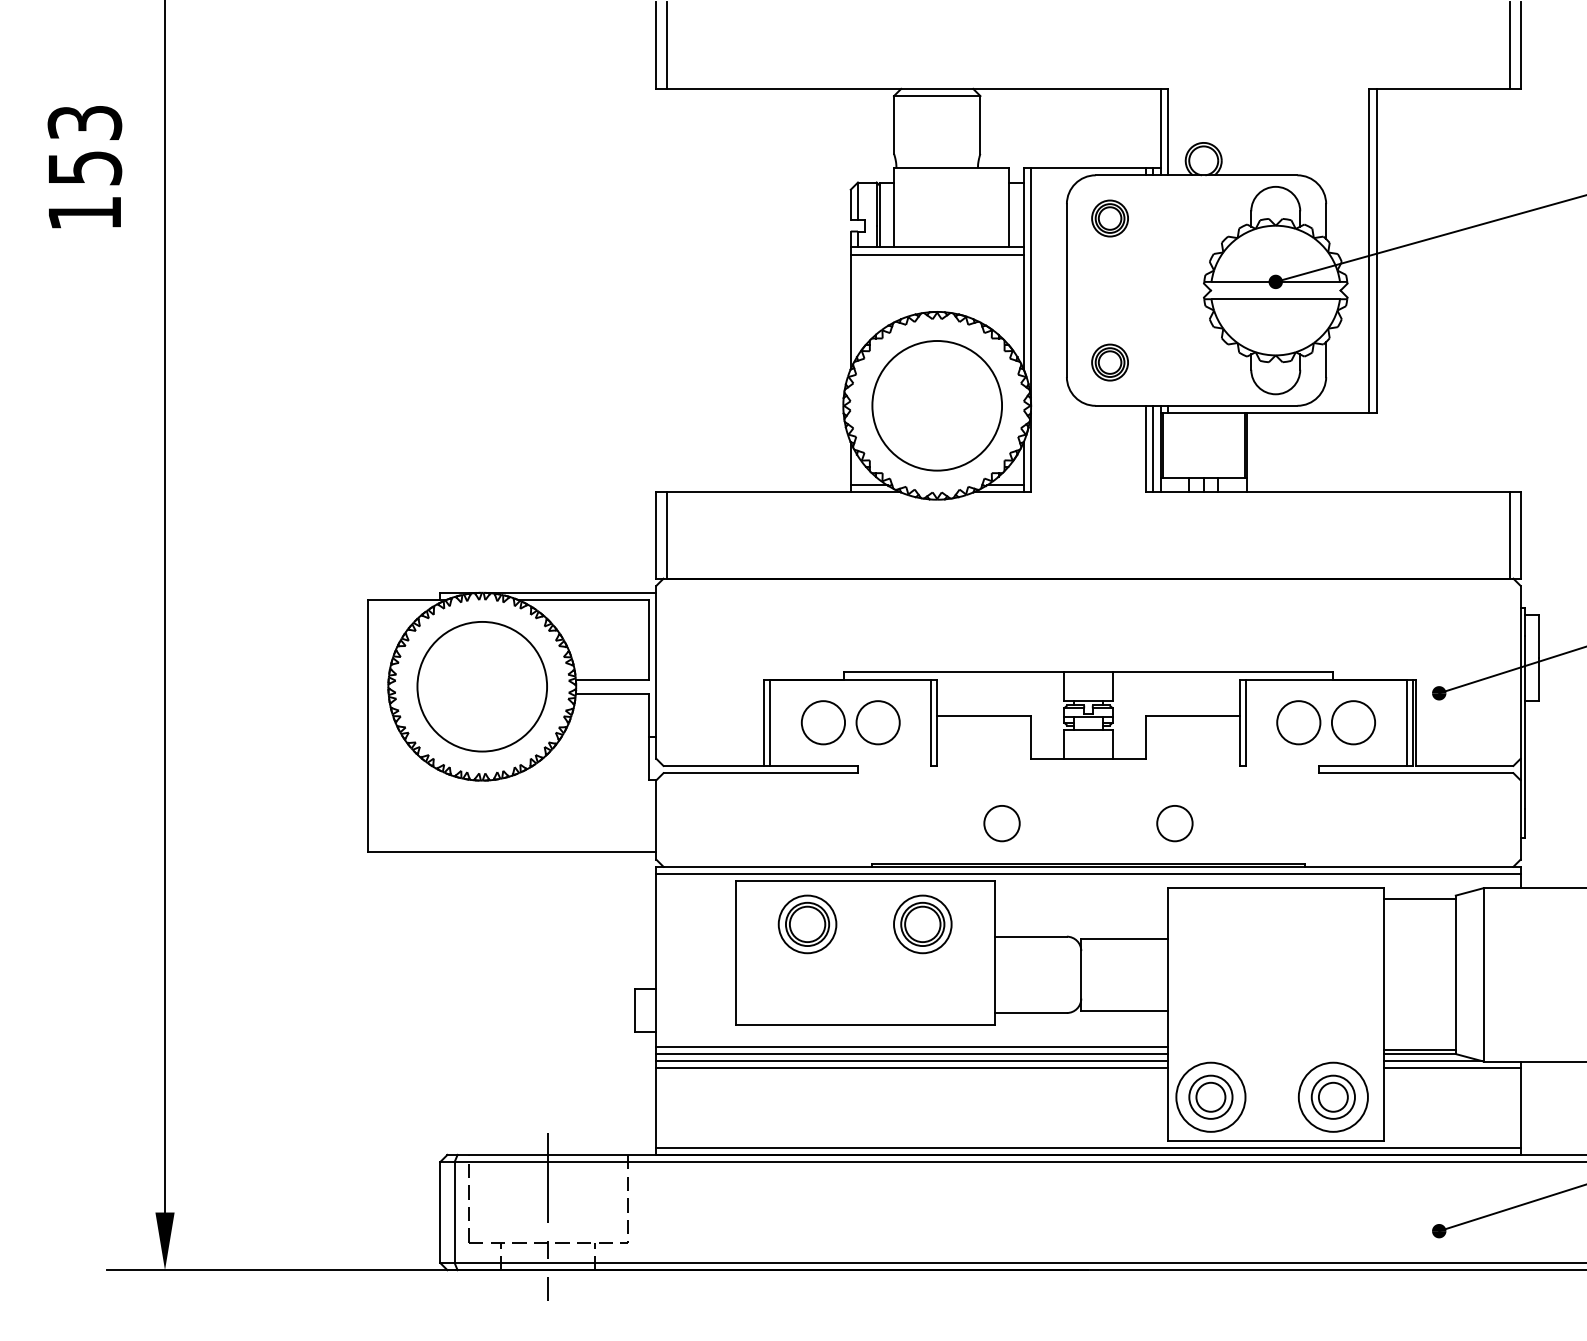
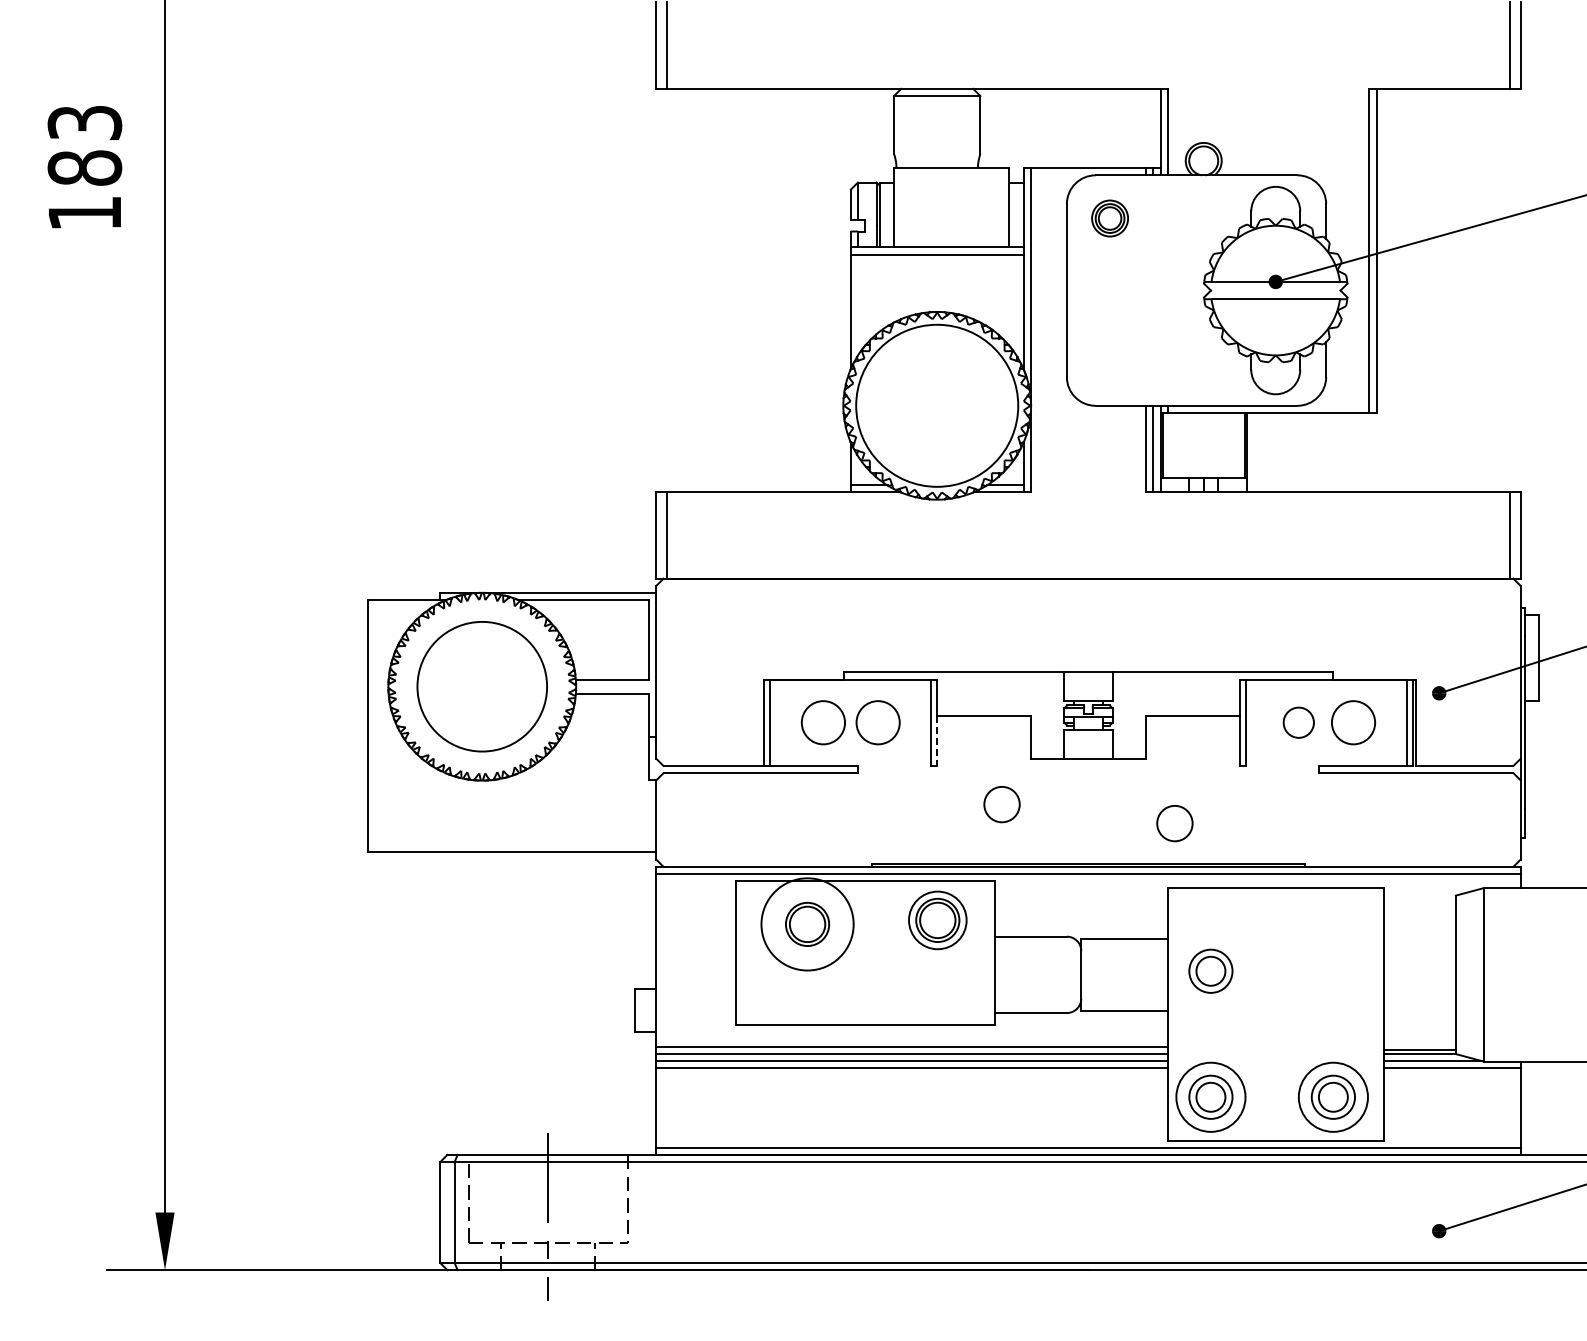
text at (84, 167): 153 -> 183
part at (1109, 362): present -> none
circle at (937, 405) diameter: 130 px -> 162 px
circle at (1298, 722) diameter: 43 px -> 30 px
line at (937, 741): solid -> dashed
circle at (1001, 823) position: (1001, 823) -> (1001, 804)
line at (1419, 899): present -> none
circle at (807, 924) diameter: 58 px -> 92 px
part at (922, 924) position: (922, 924) -> (937, 920)
part at (1210, 970): none -> present
